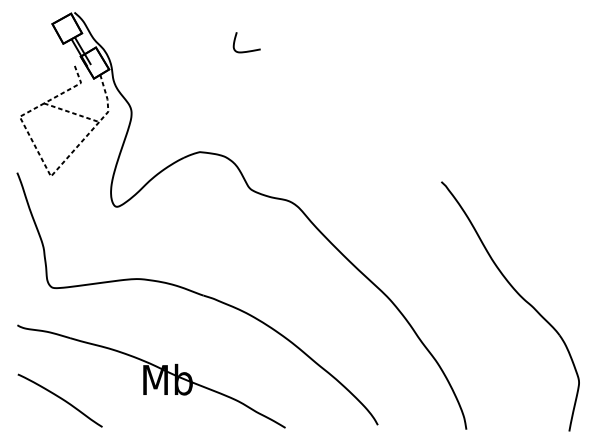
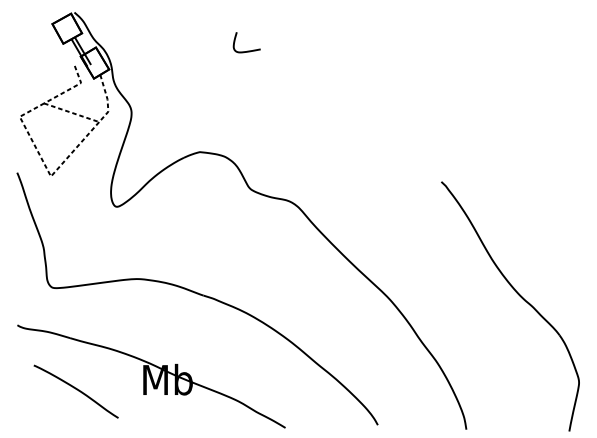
curve at (60, 399) position: (60, 399) -> (76, 390)
